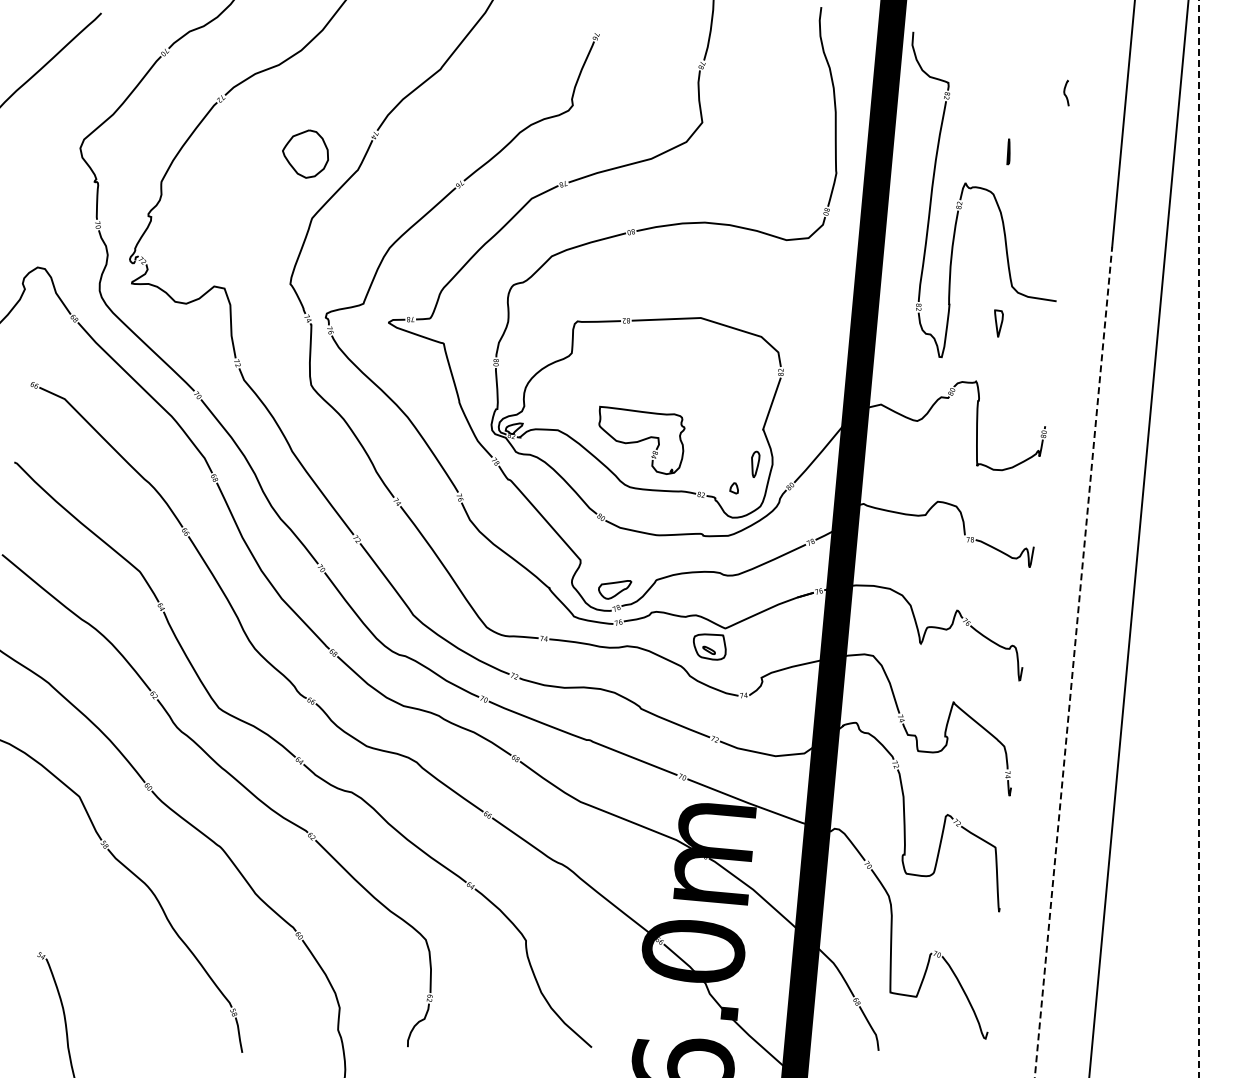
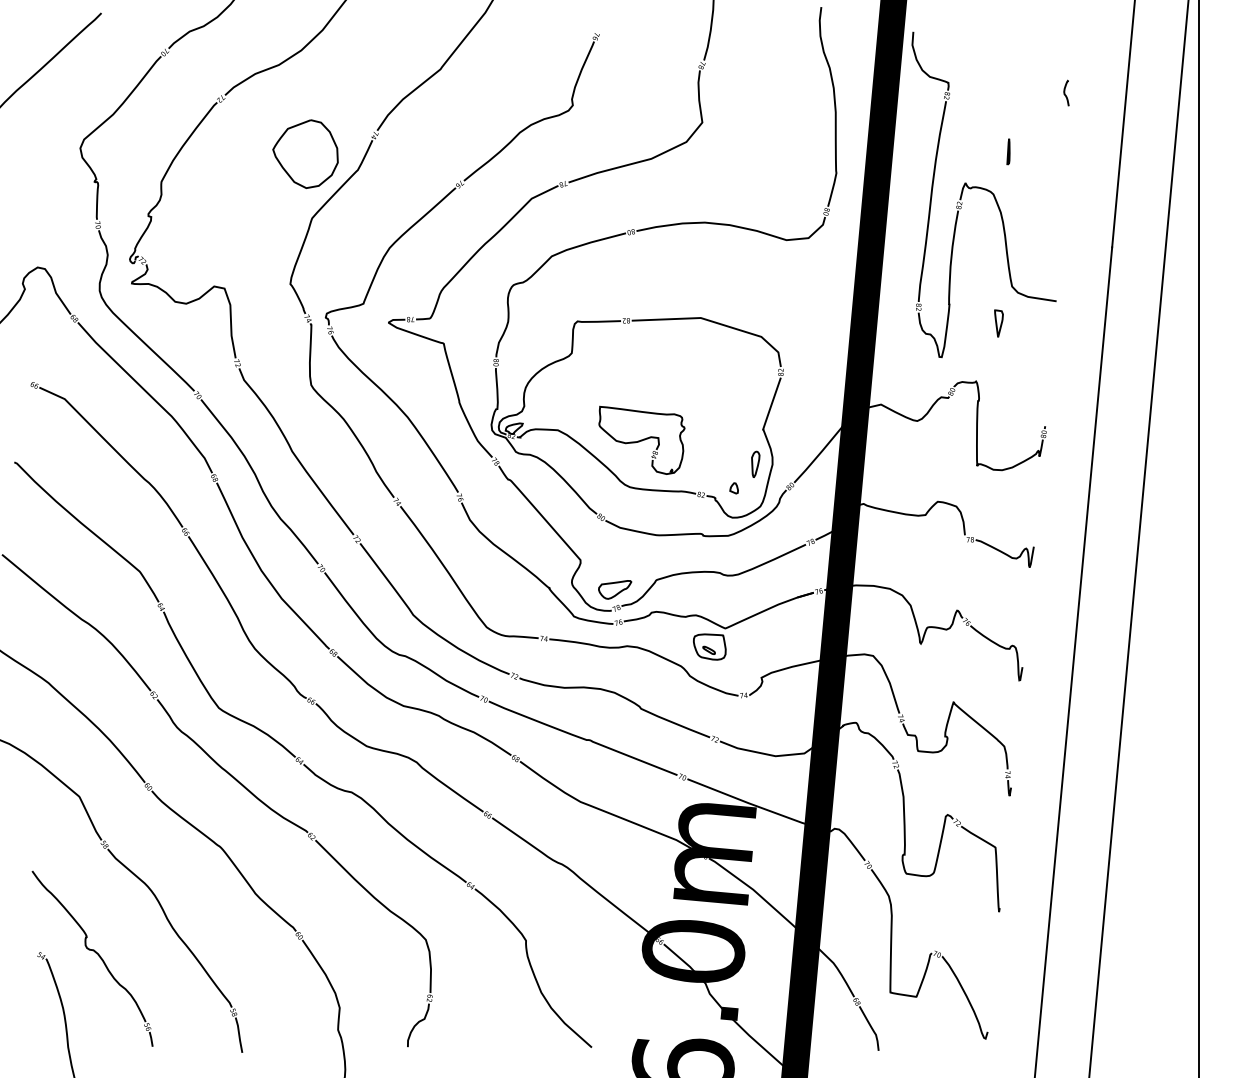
part at (305, 153) size: 47x50 px -> 67x70 px
line at (1198, 540): dashed -> solid
line at (1073, 662): dashed -> solid
part at (92, 958): none -> present
